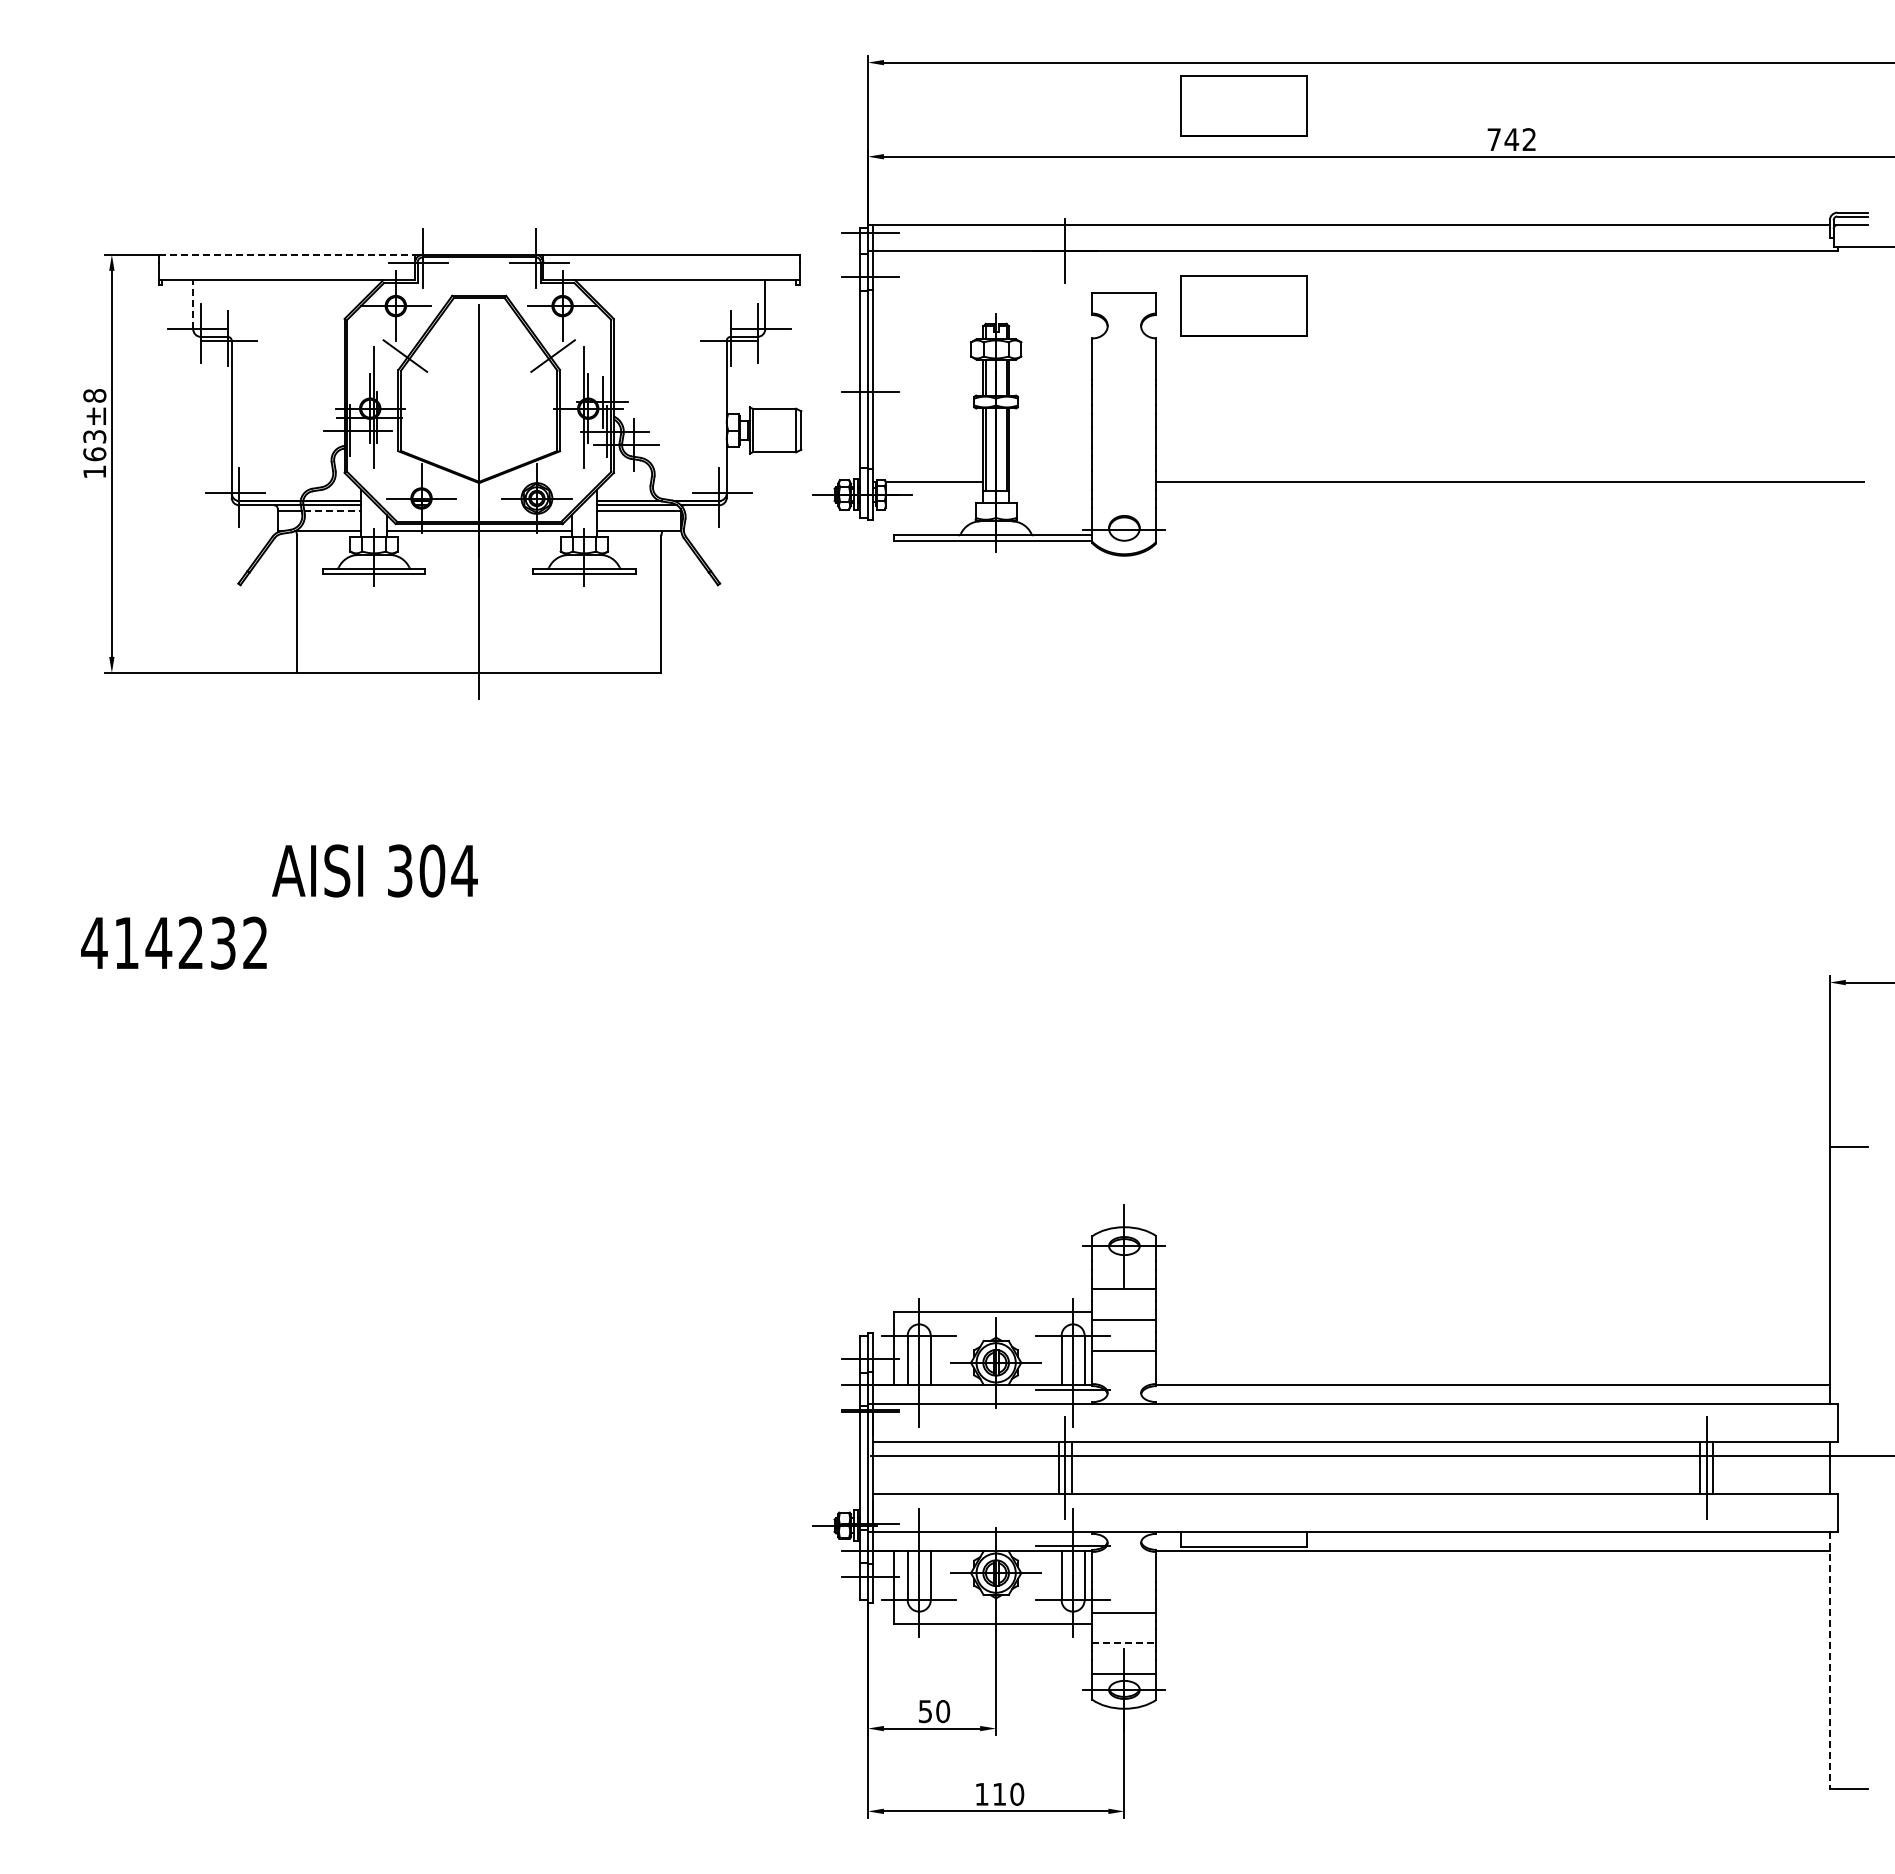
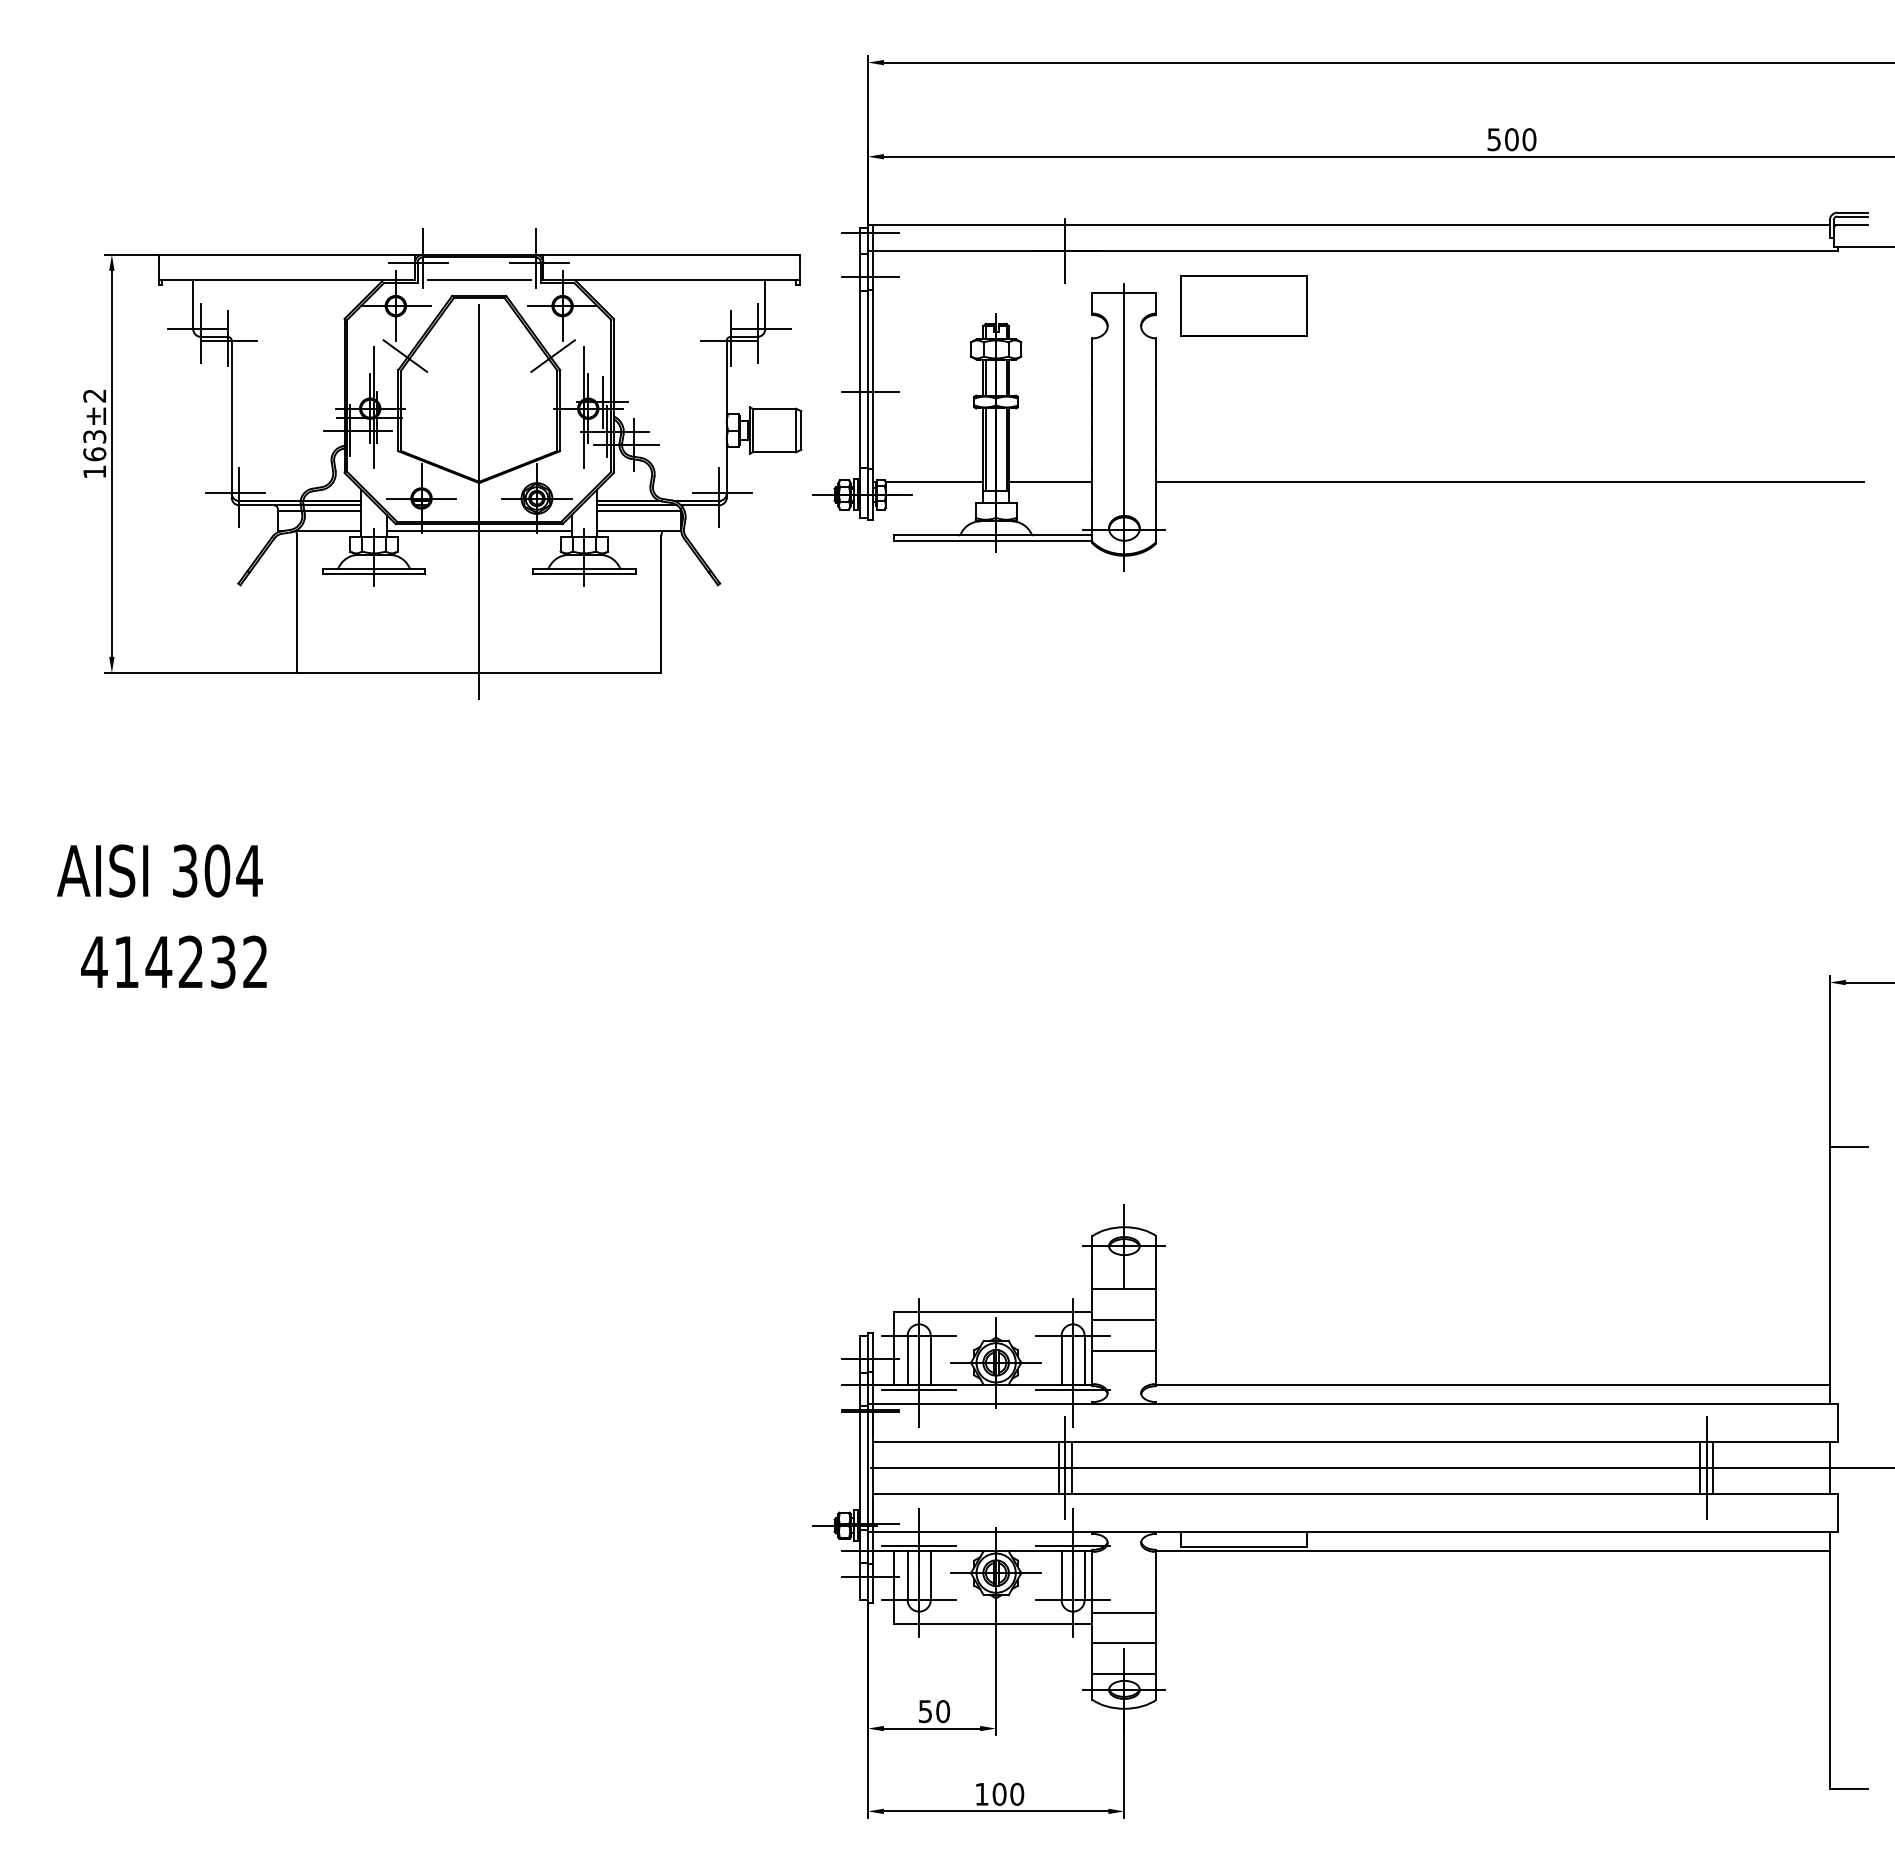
part at (1243, 105): present -> none
text at (1511, 139): 742 -> 500
line at (287, 254): dashed -> solid
line at (478, 280): none -> present
line at (193, 304): dashed -> solid
text at (94, 395): ±8 -> ±2
line at (1124, 427): none -> present
line at (1050, 481): none -> present
line at (333, 511): dashed -> solid
text at (374, 870) position: (374, 870) -> (159, 870)
text at (173, 942) position: (173, 942) -> (173, 961)
line at (919, 1389): none -> present
line at (1380, 1456) position: (1380, 1456) -> (1380, 1468)
line at (919, 1546): none -> present
line at (1124, 1643): dashed -> solid
line at (1829, 1660): dashed -> solid
text at (999, 1793): 110 -> 100
